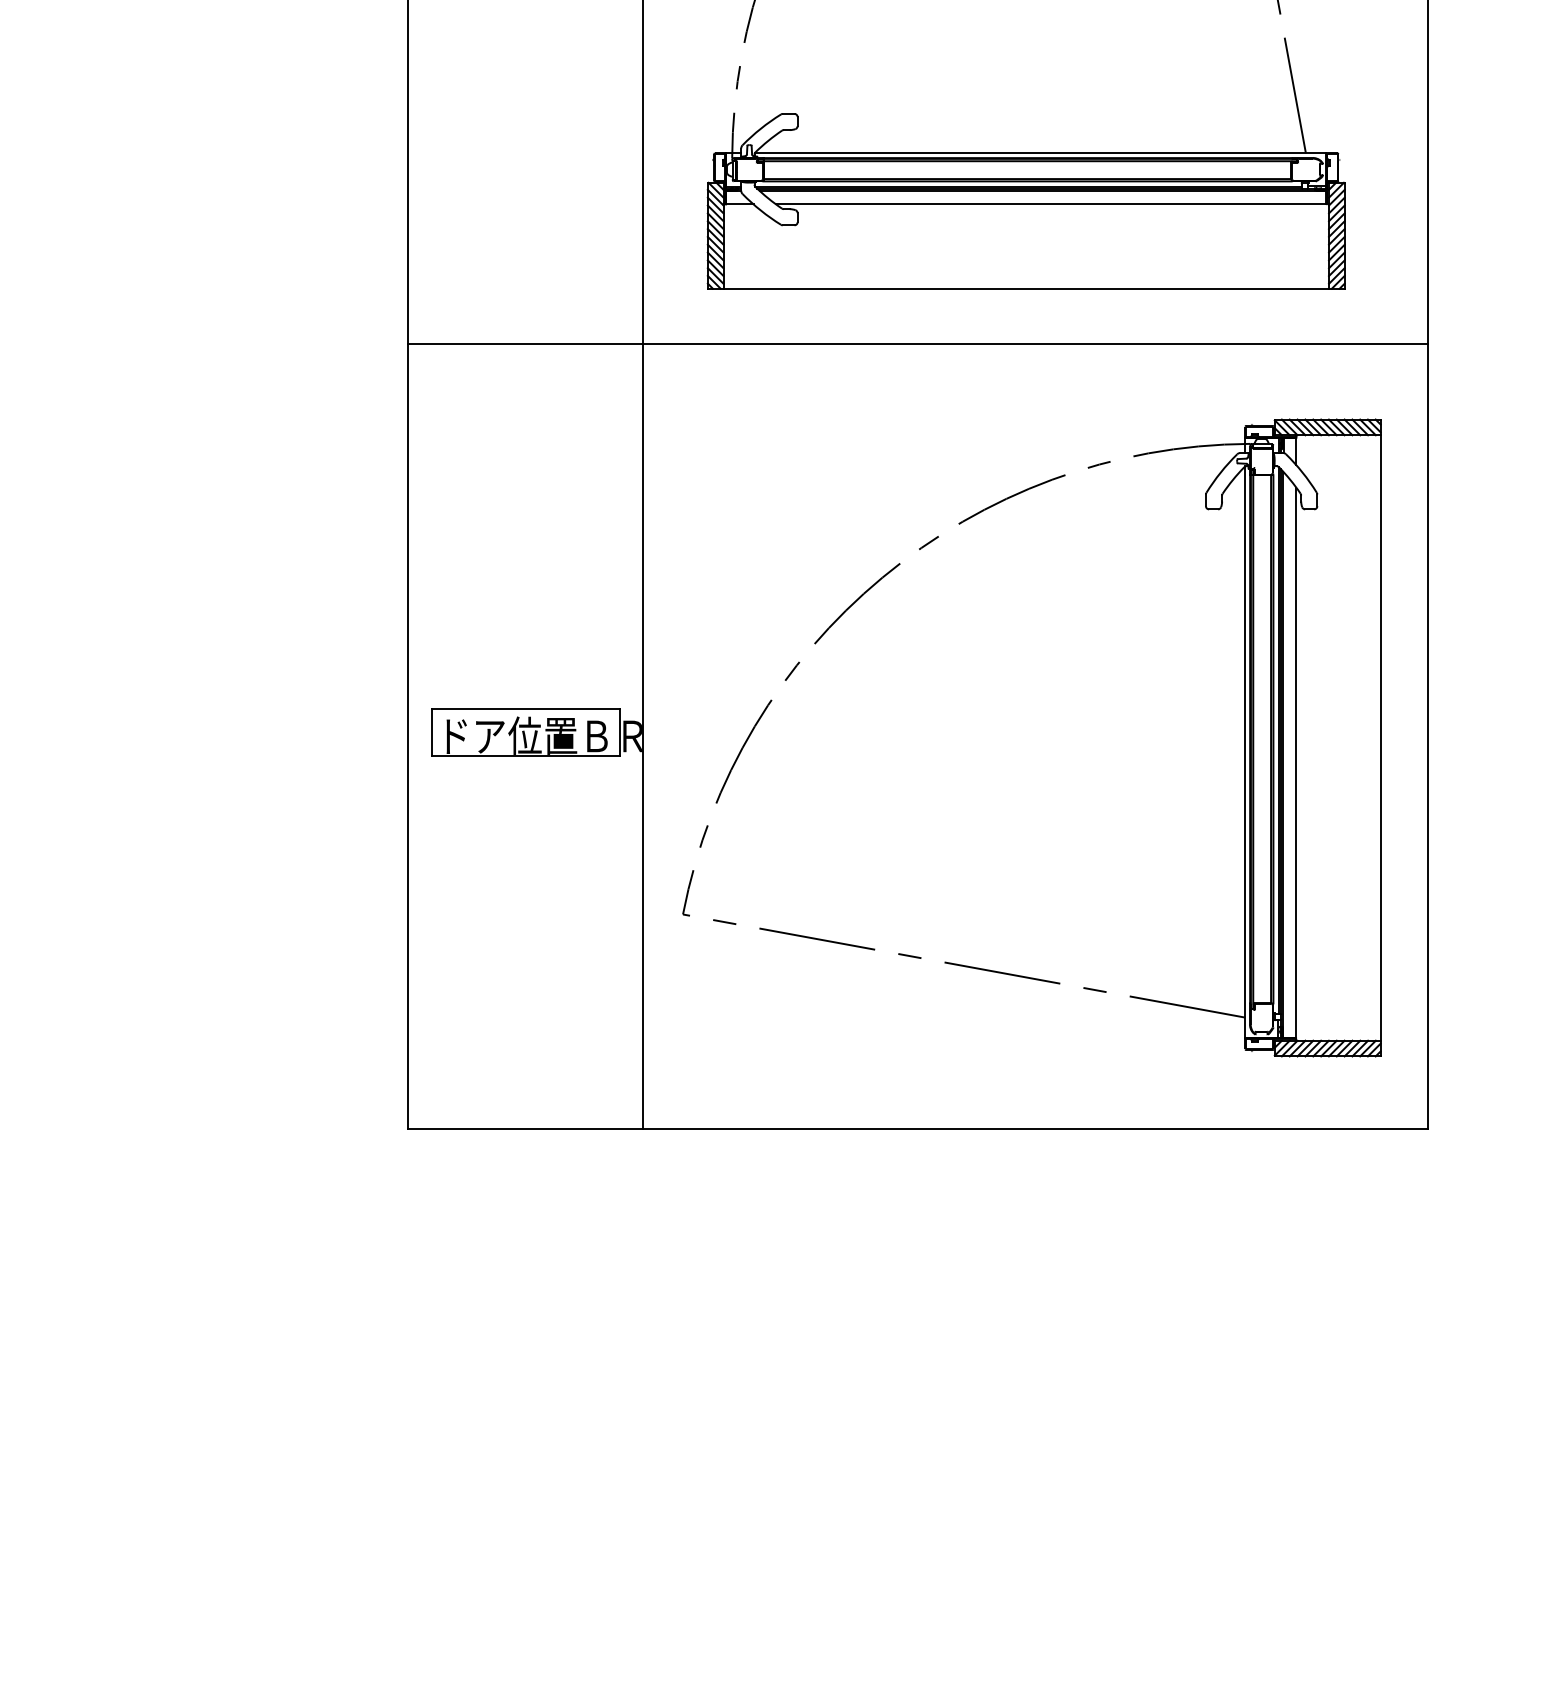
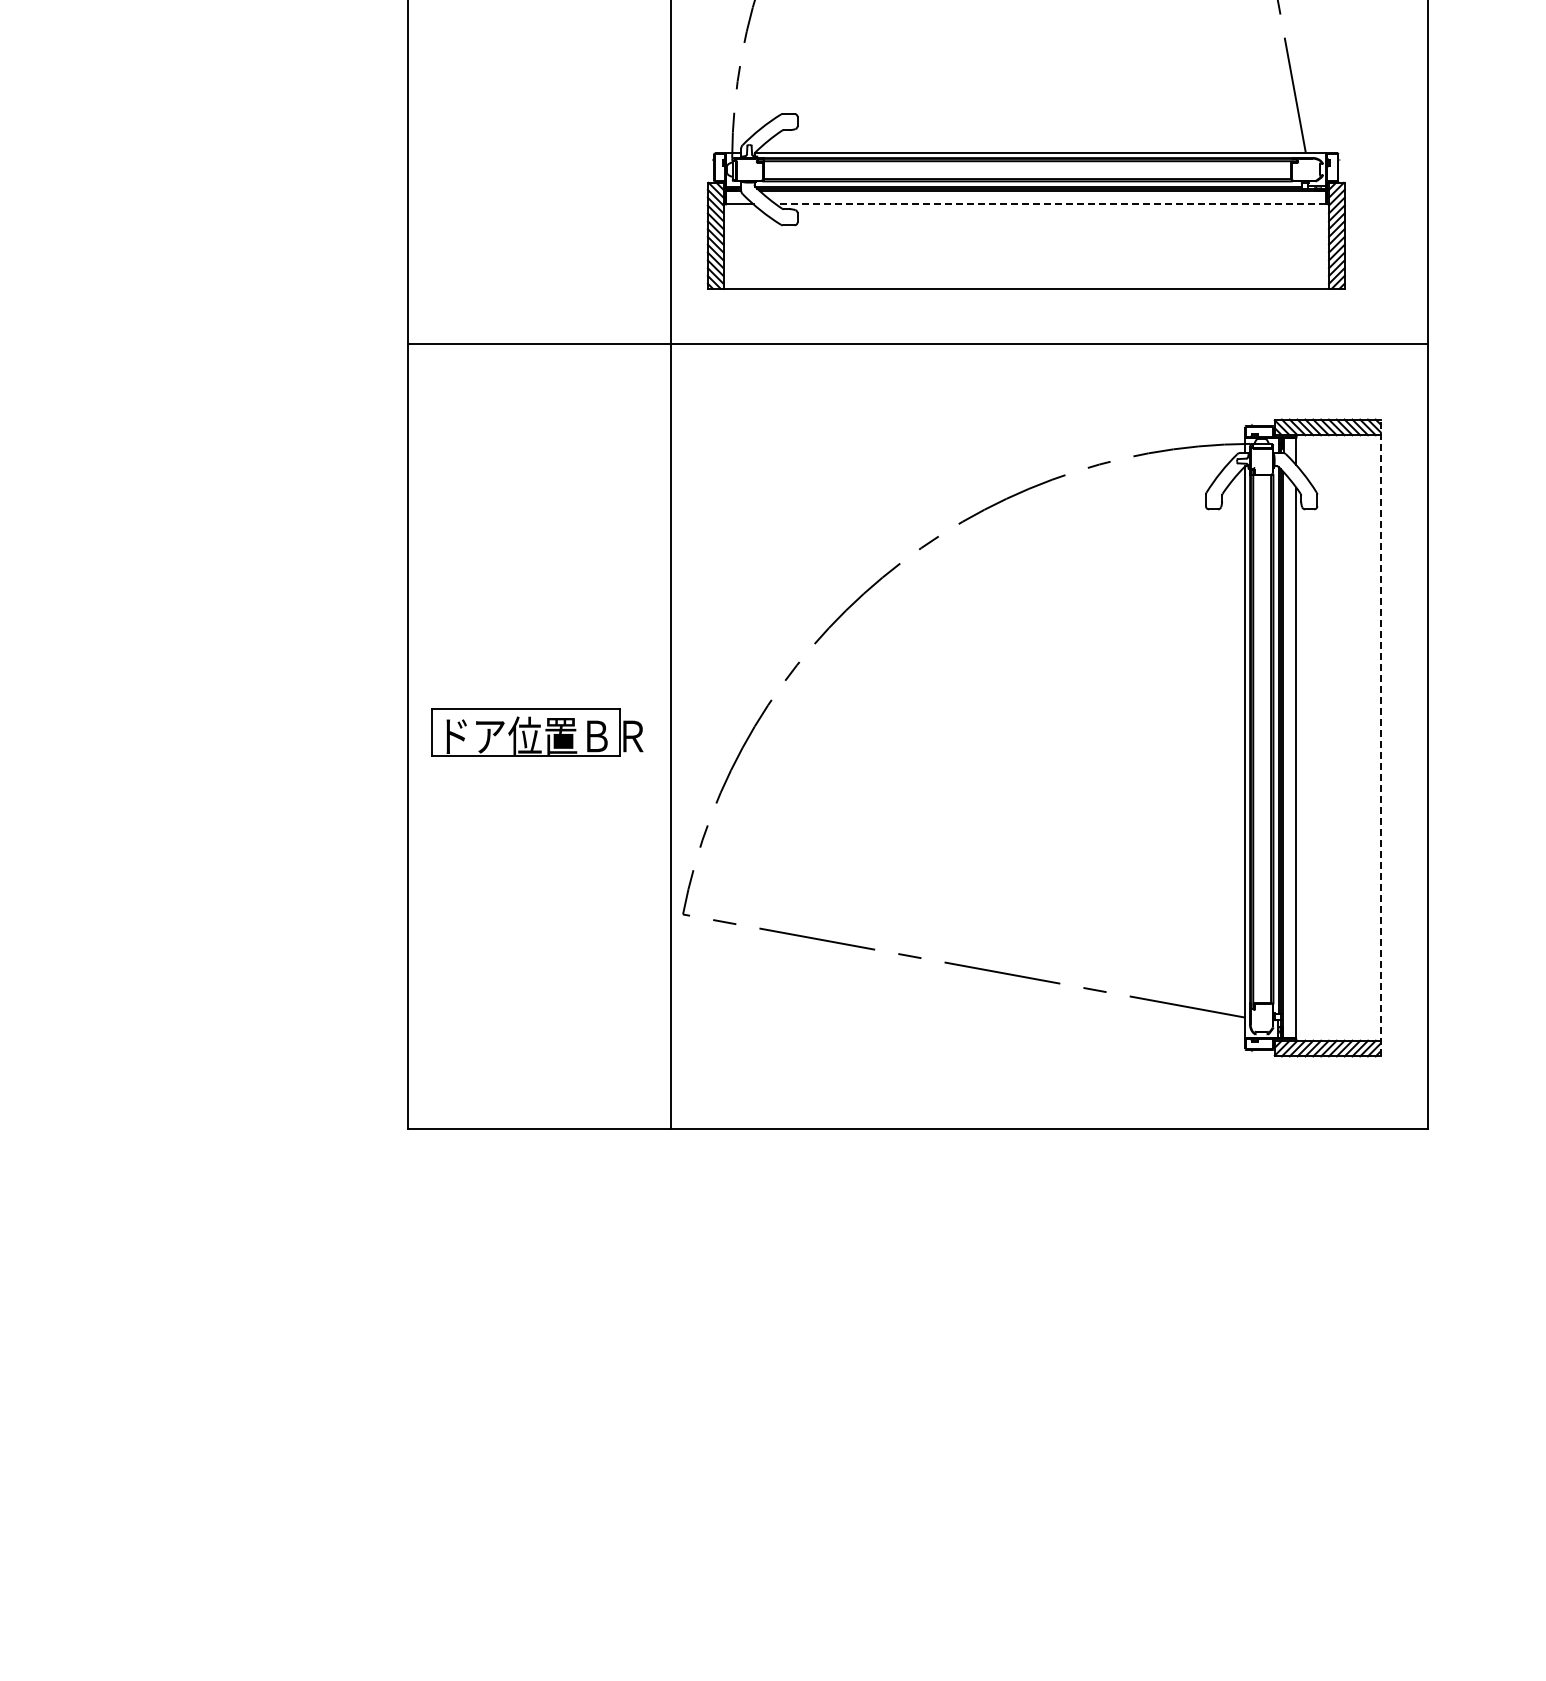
line at (1050, 204): solid -> dashed
line at (643, 565) position: (643, 565) -> (671, 565)
line at (1380, 737): solid -> dashed
